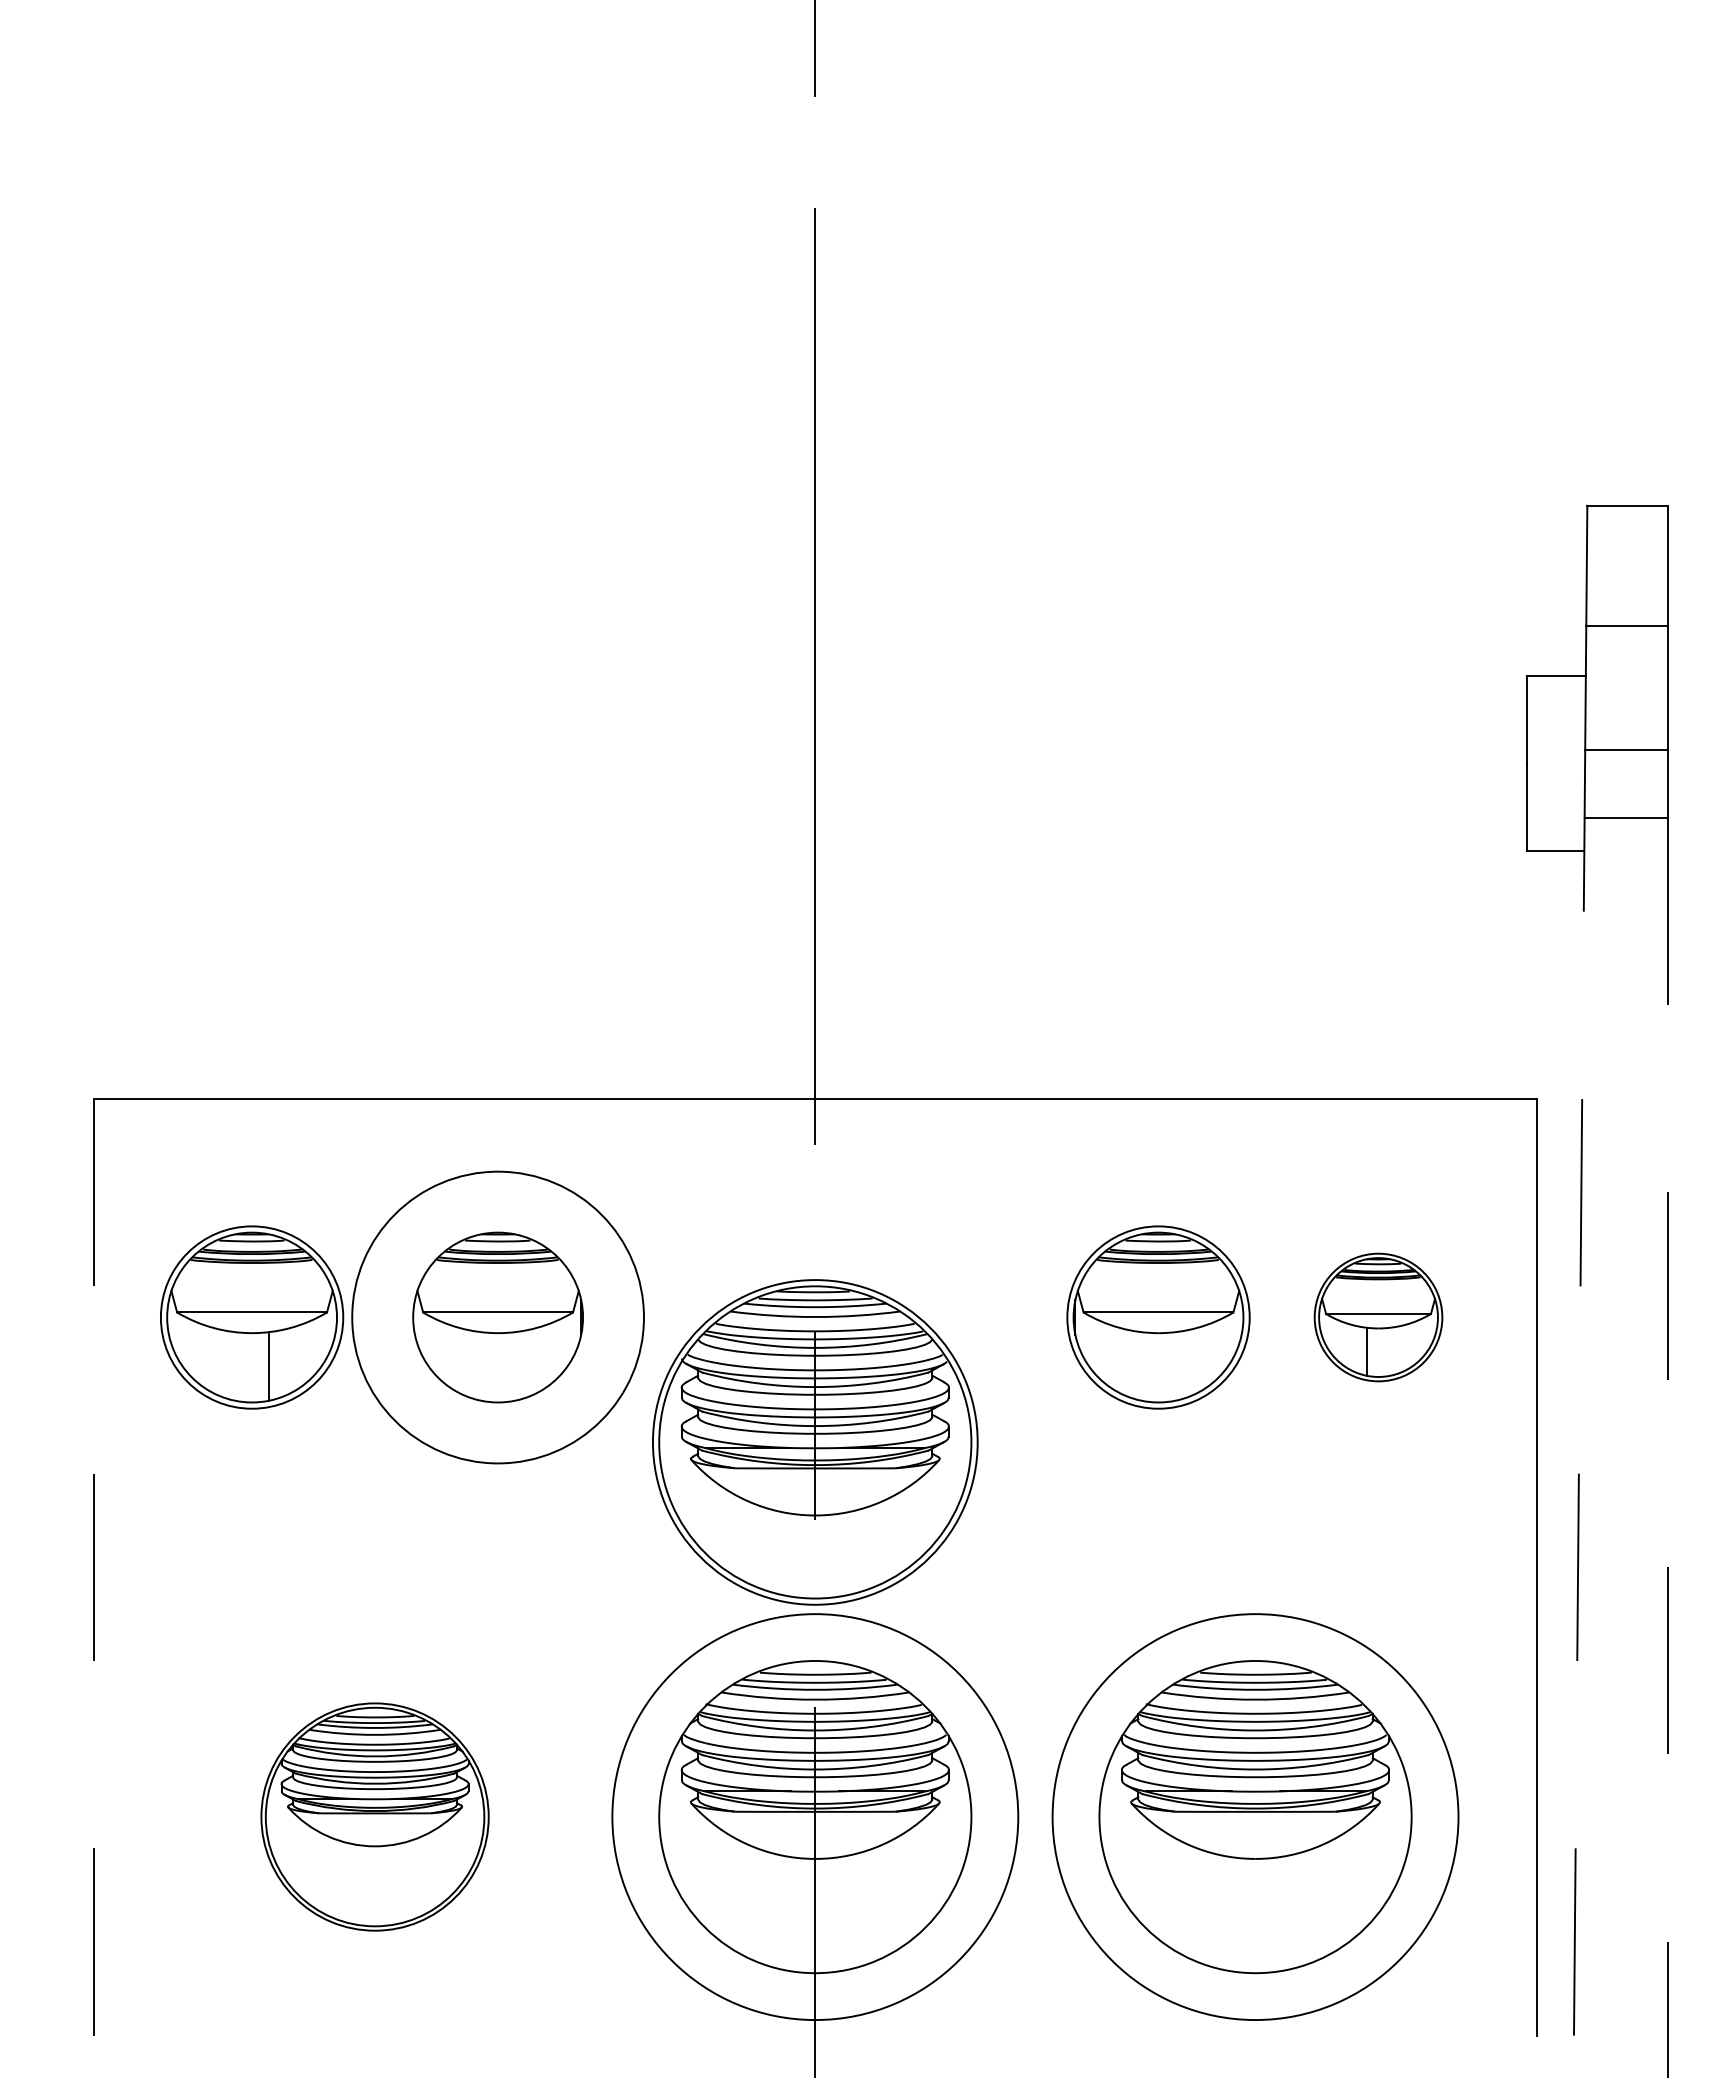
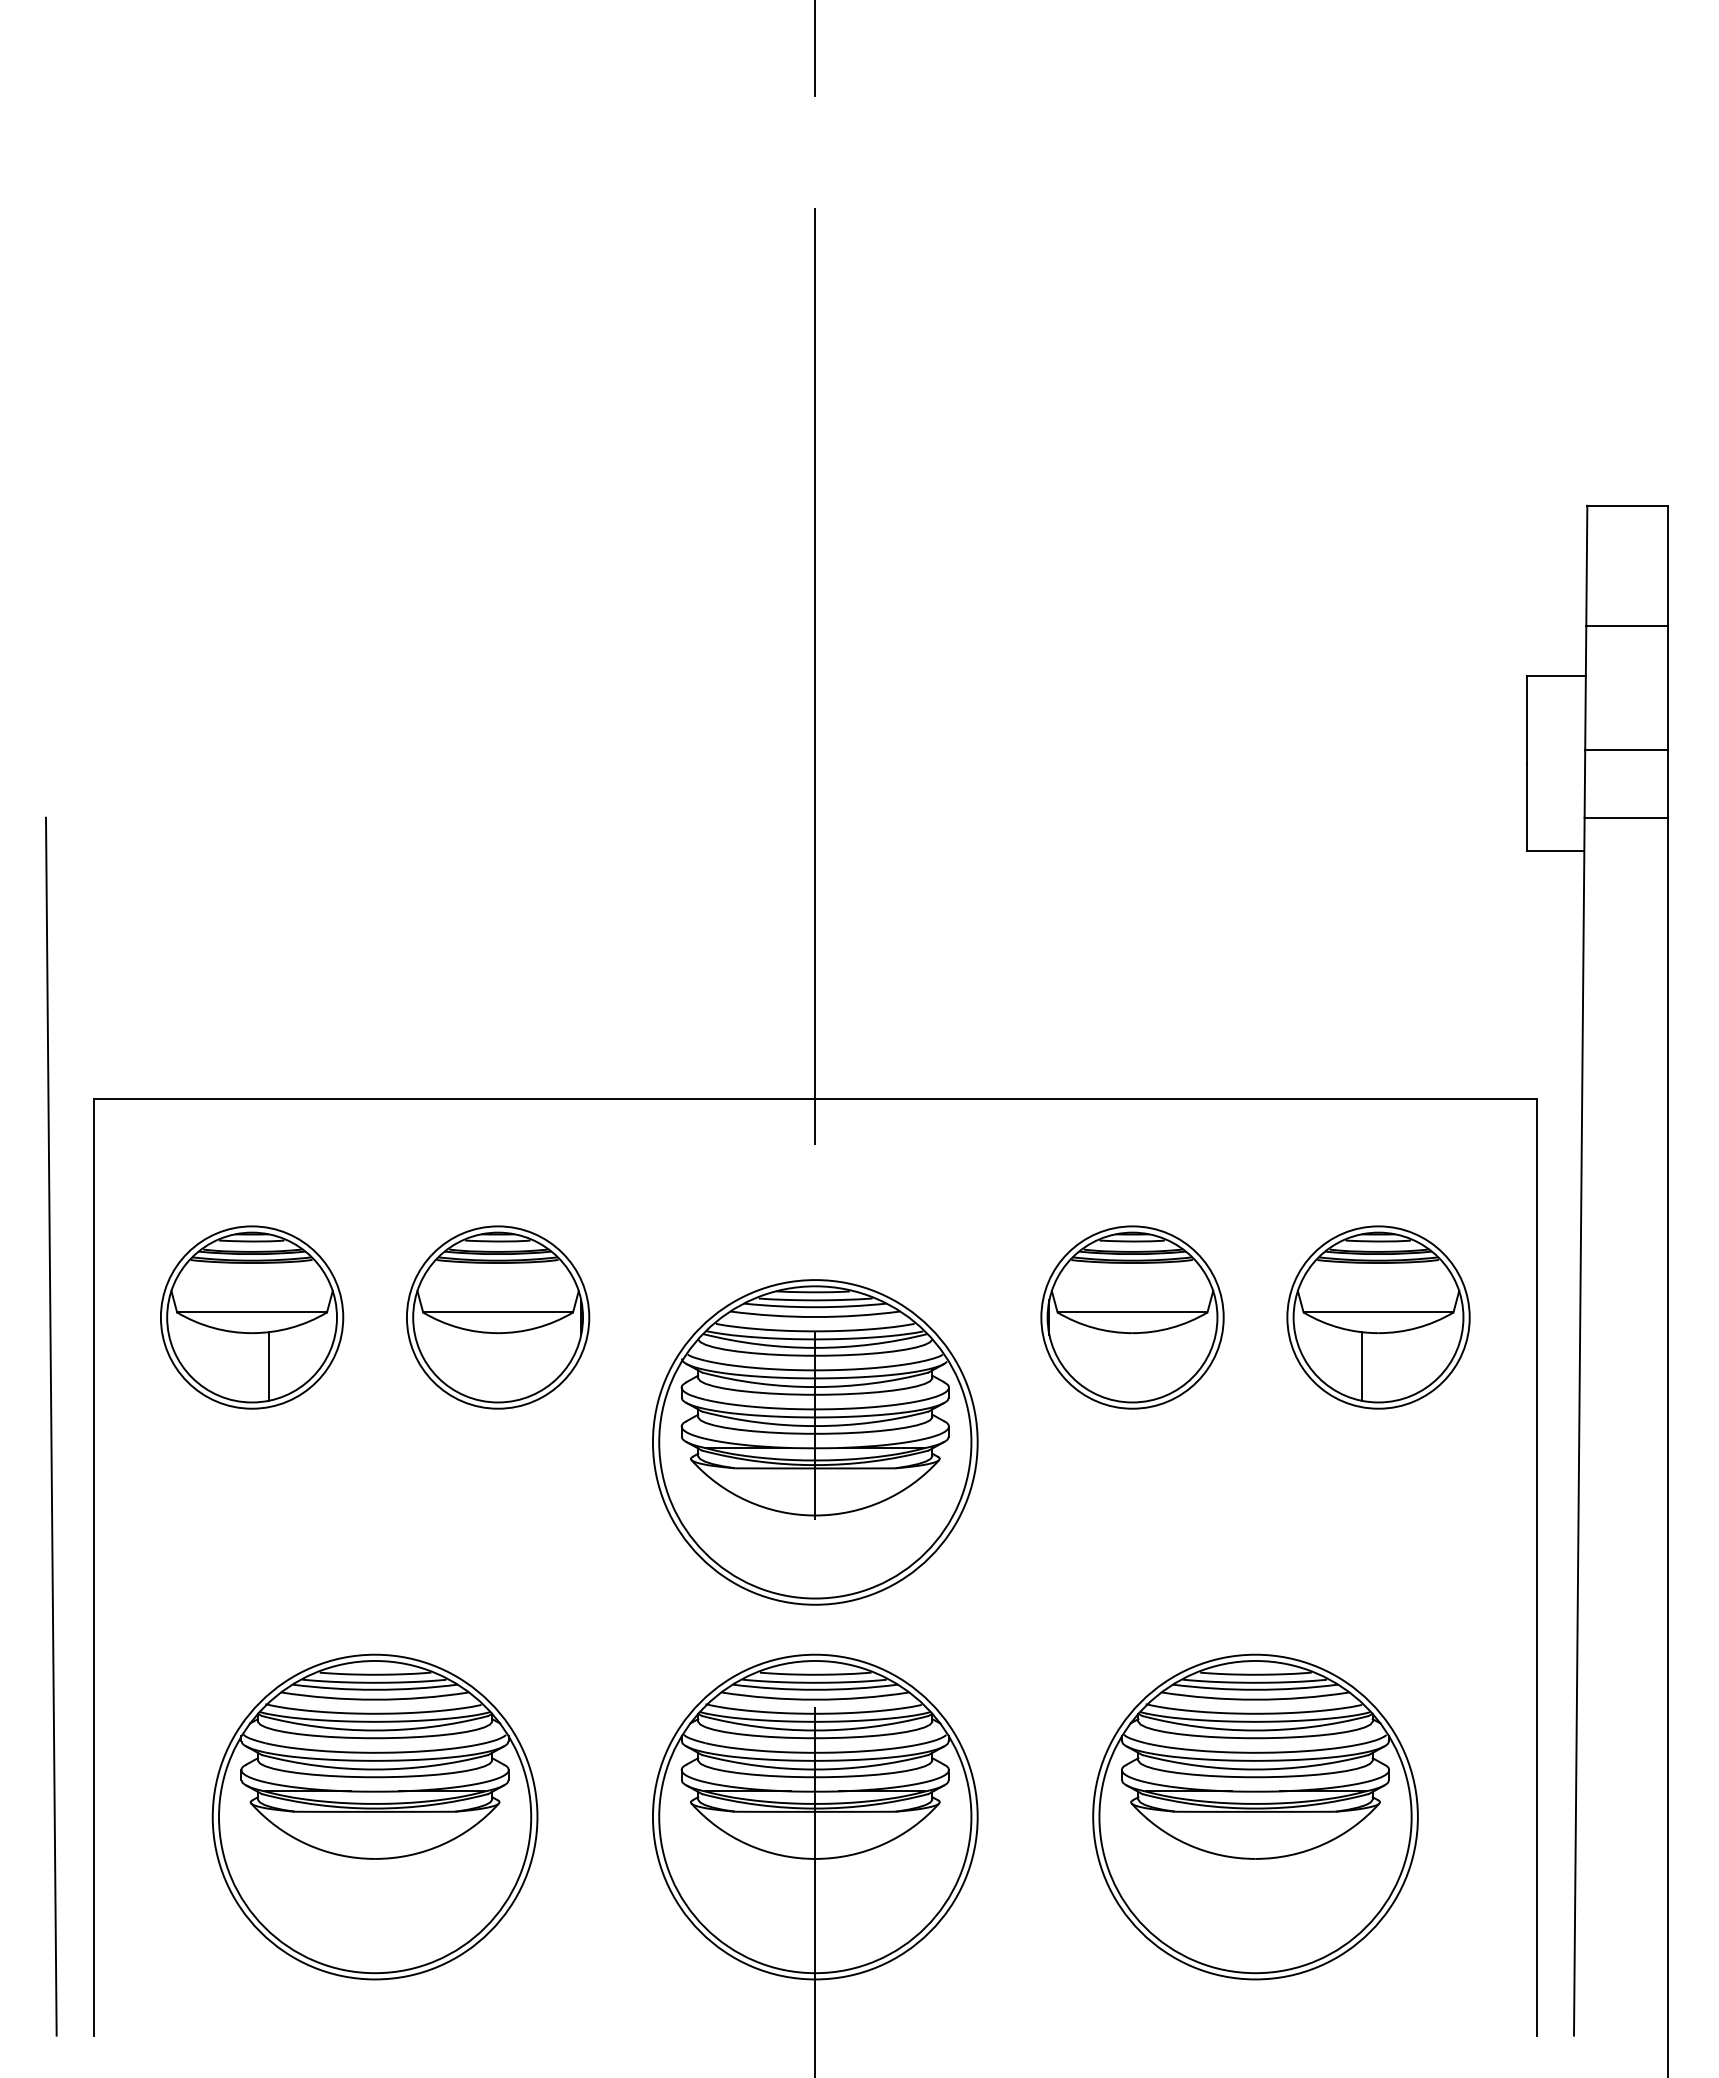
circle at (497, 1317) diameter: 292 px -> 182 px
part at (1158, 1317) position: (1158, 1317) -> (1132, 1317)
part at (1378, 1317) size: 131x131 px -> 185x185 px
line at (51, 1426): none -> present
line at (1579, 1426): dashed -> solid
line at (1667, 1447): dashed -> solid
line at (94, 1567): dashed -> solid
part at (374, 1816) size: 230x230 px -> 328x328 px
circle at (815, 1817) diameter: 406 px -> 325 px
circle at (1255, 1817) diameter: 406 px -> 325 px
